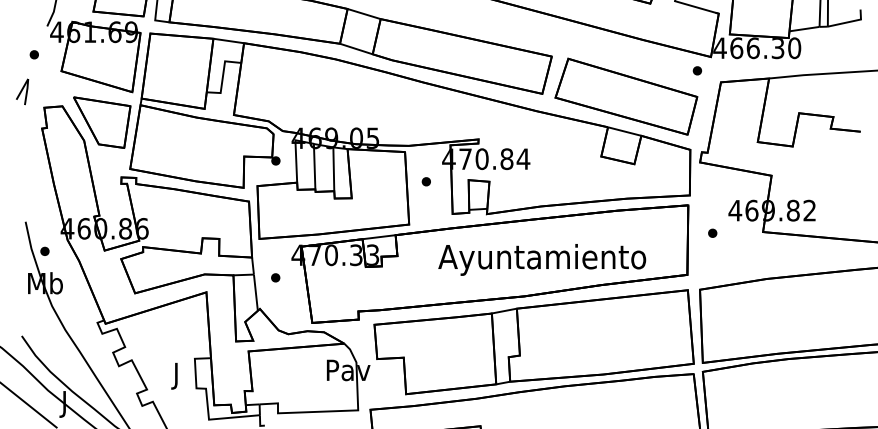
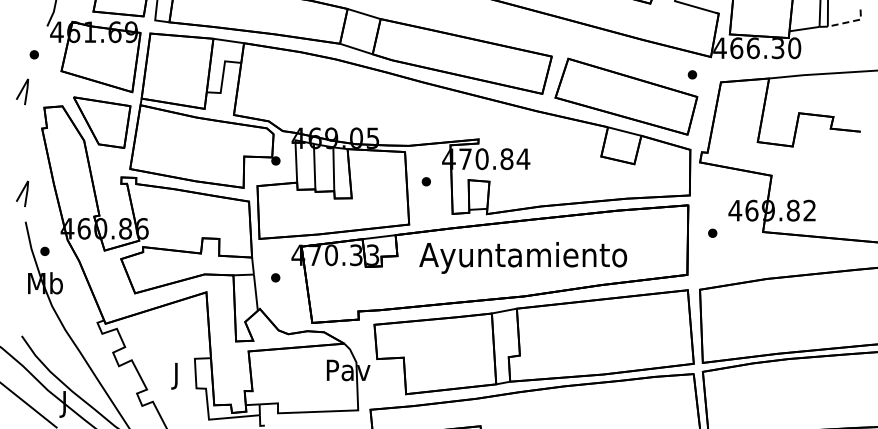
line at (849, 22): solid -> dashed
part at (697, 70) position: (697, 70) -> (692, 74)
part at (22, 193): none -> present
text at (542, 259) position: (542, 259) -> (523, 257)
